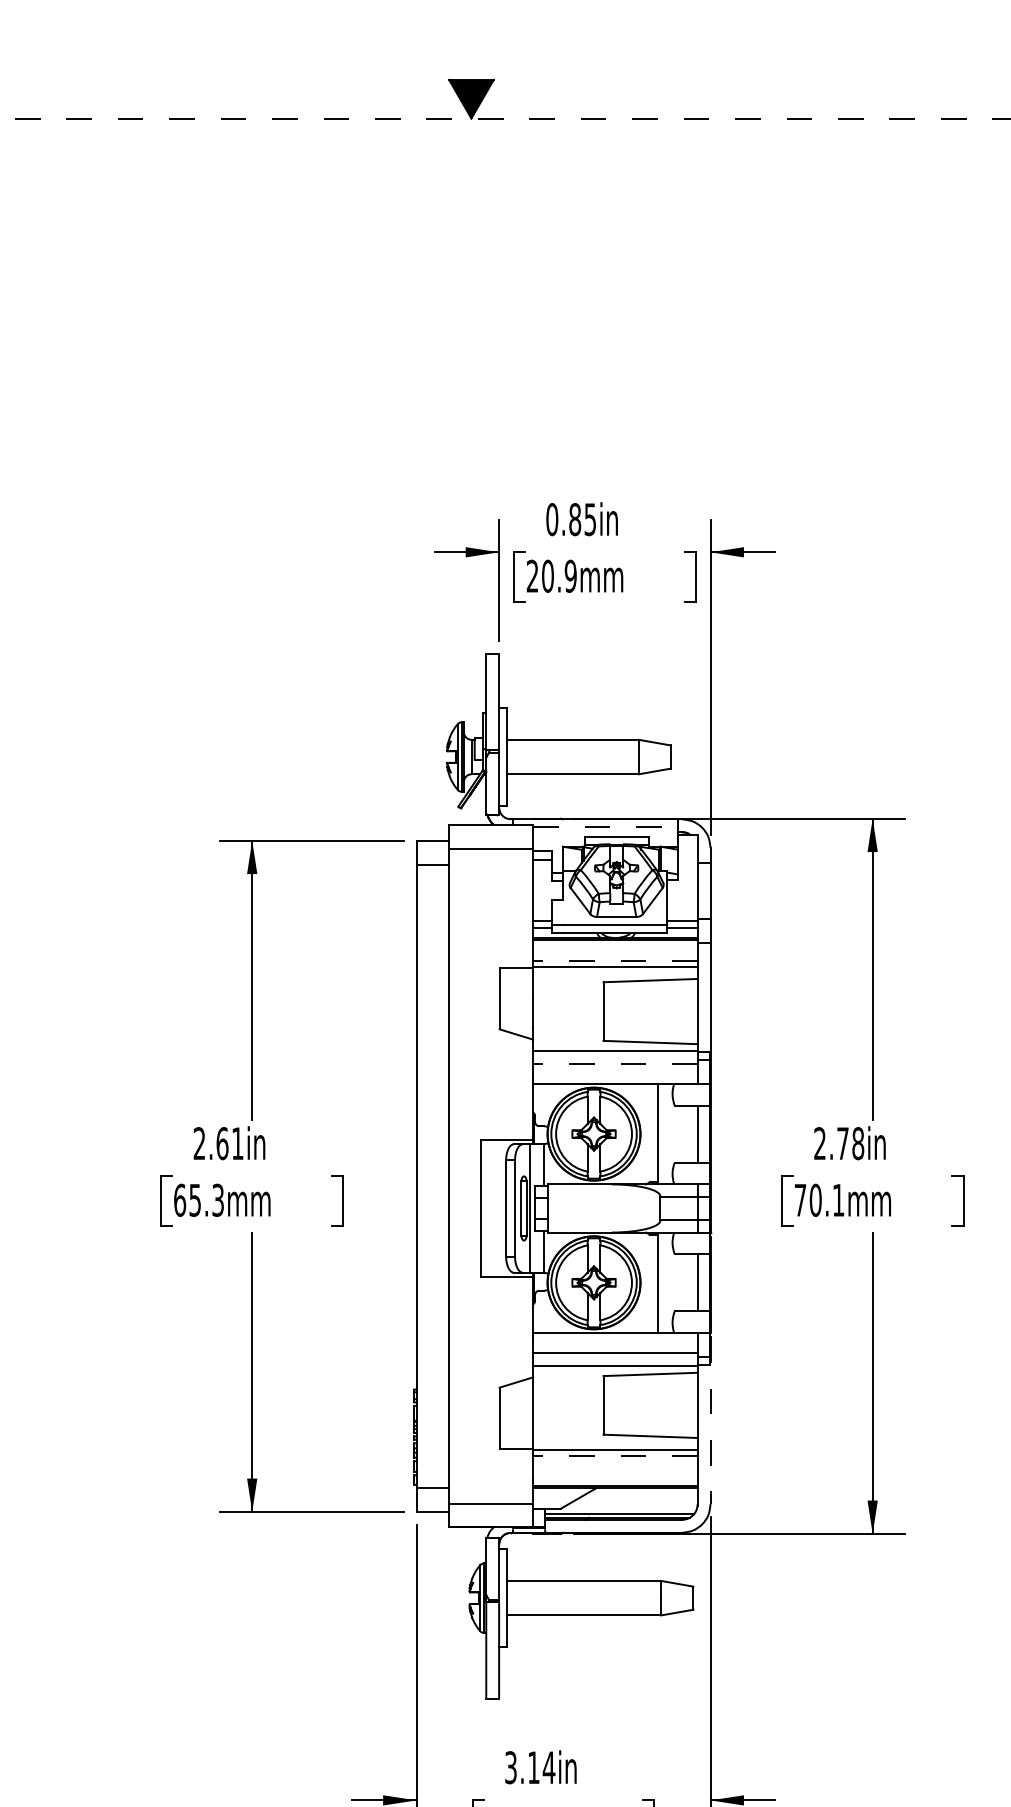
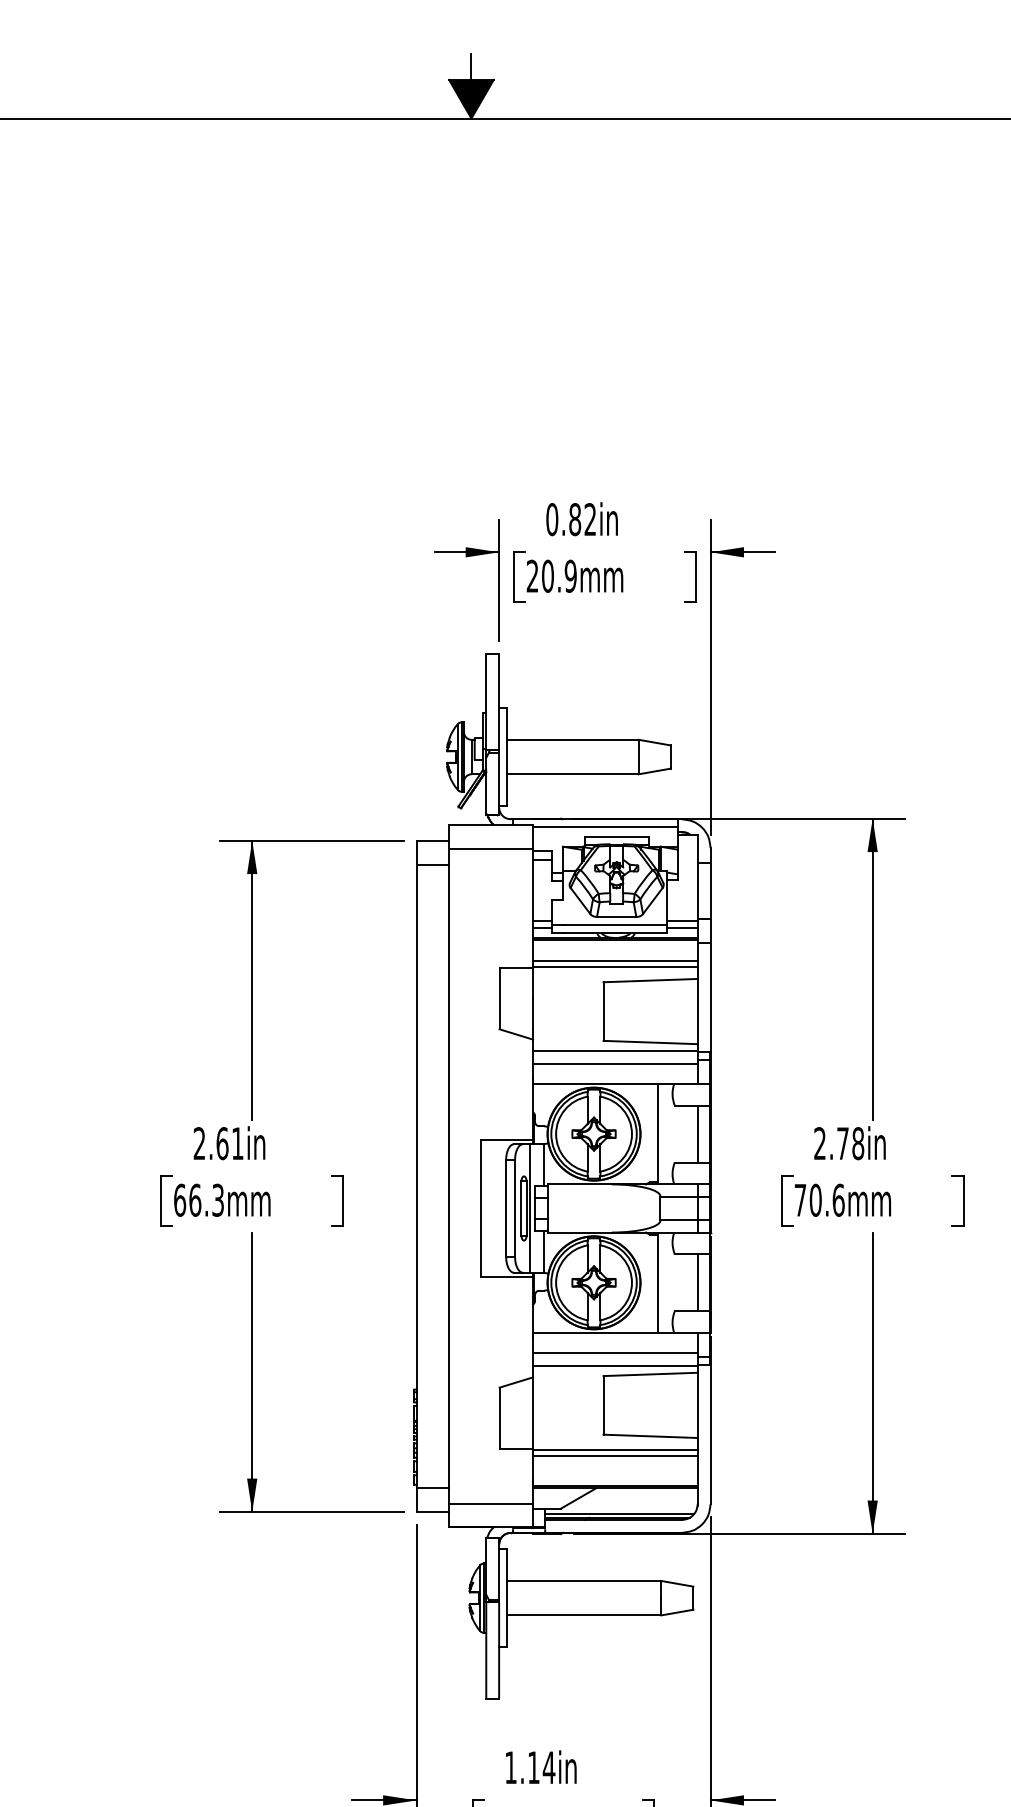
line at (471, 66): none -> present
line at (505, 118): dashed -> solid
text at (589, 519): 0.85in -> 0.82in
line at (605, 826): dashed -> solid
line at (614, 961): dashed -> solid
line at (614, 1064): dashed -> solid
text at (195, 1199): 65.3mm -> 66.3mm
text at (838, 1199): 70.1mm -> 70.6mm
line at (710, 1421): dashed -> solid
line at (614, 1455): dashed -> solid
text at (510, 1767): 3.14in -> 1.14in
